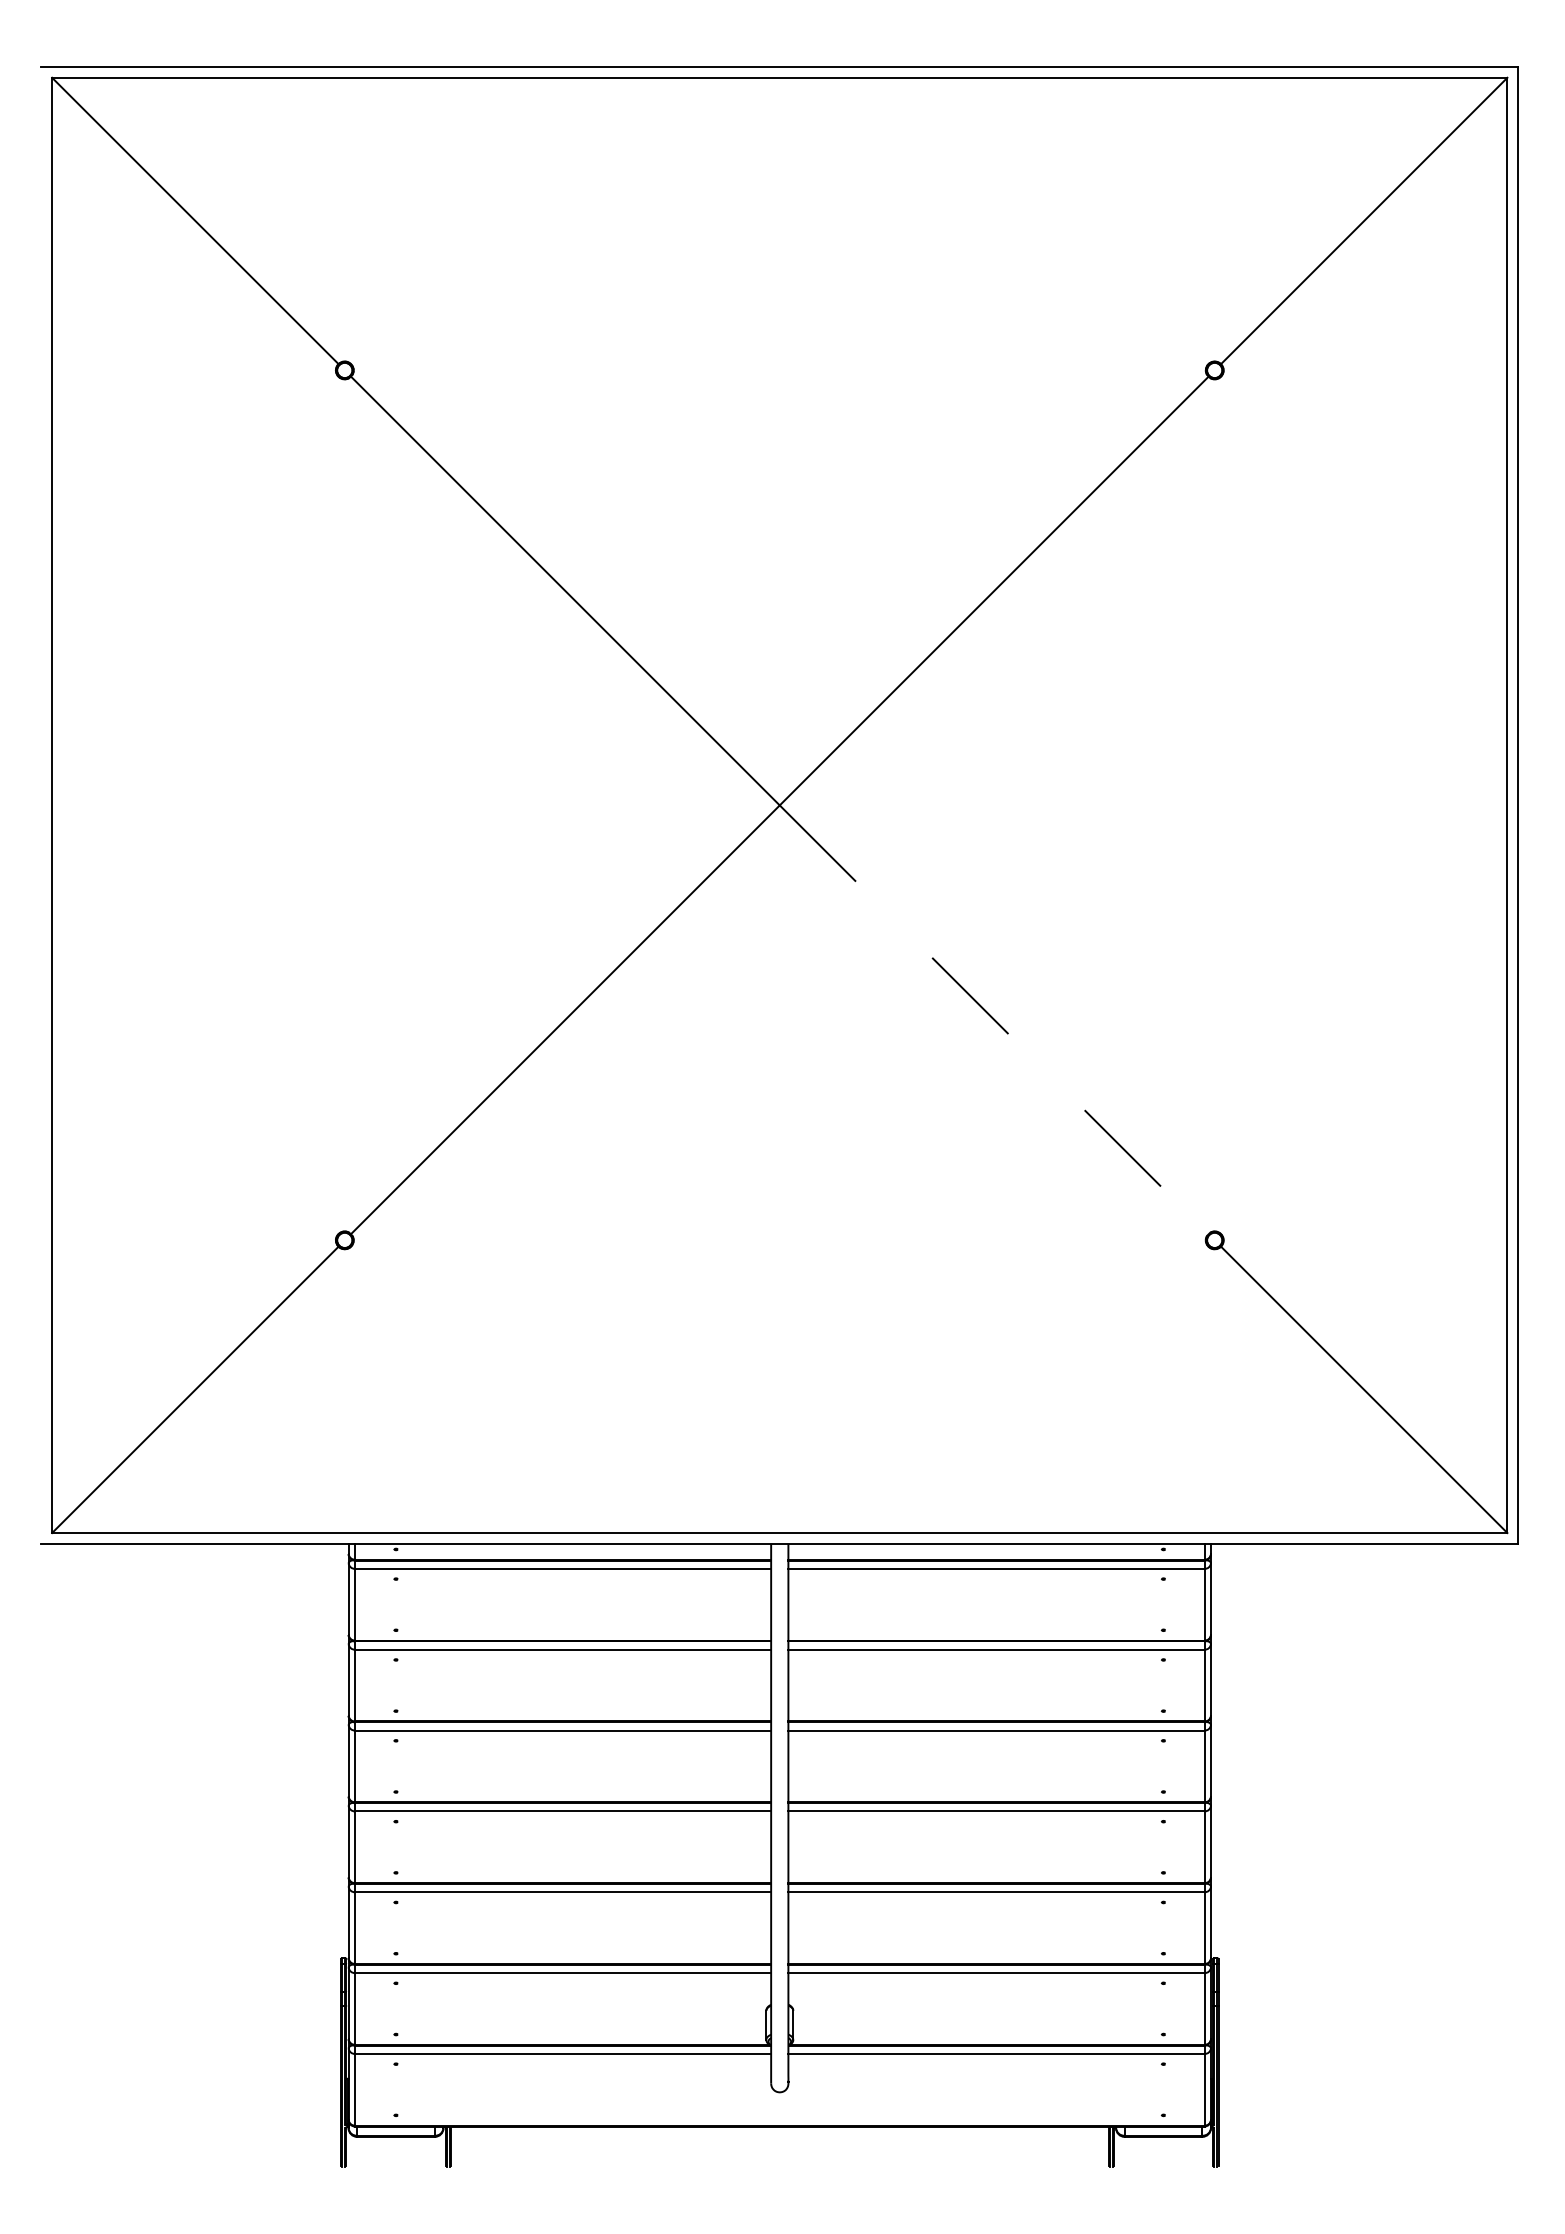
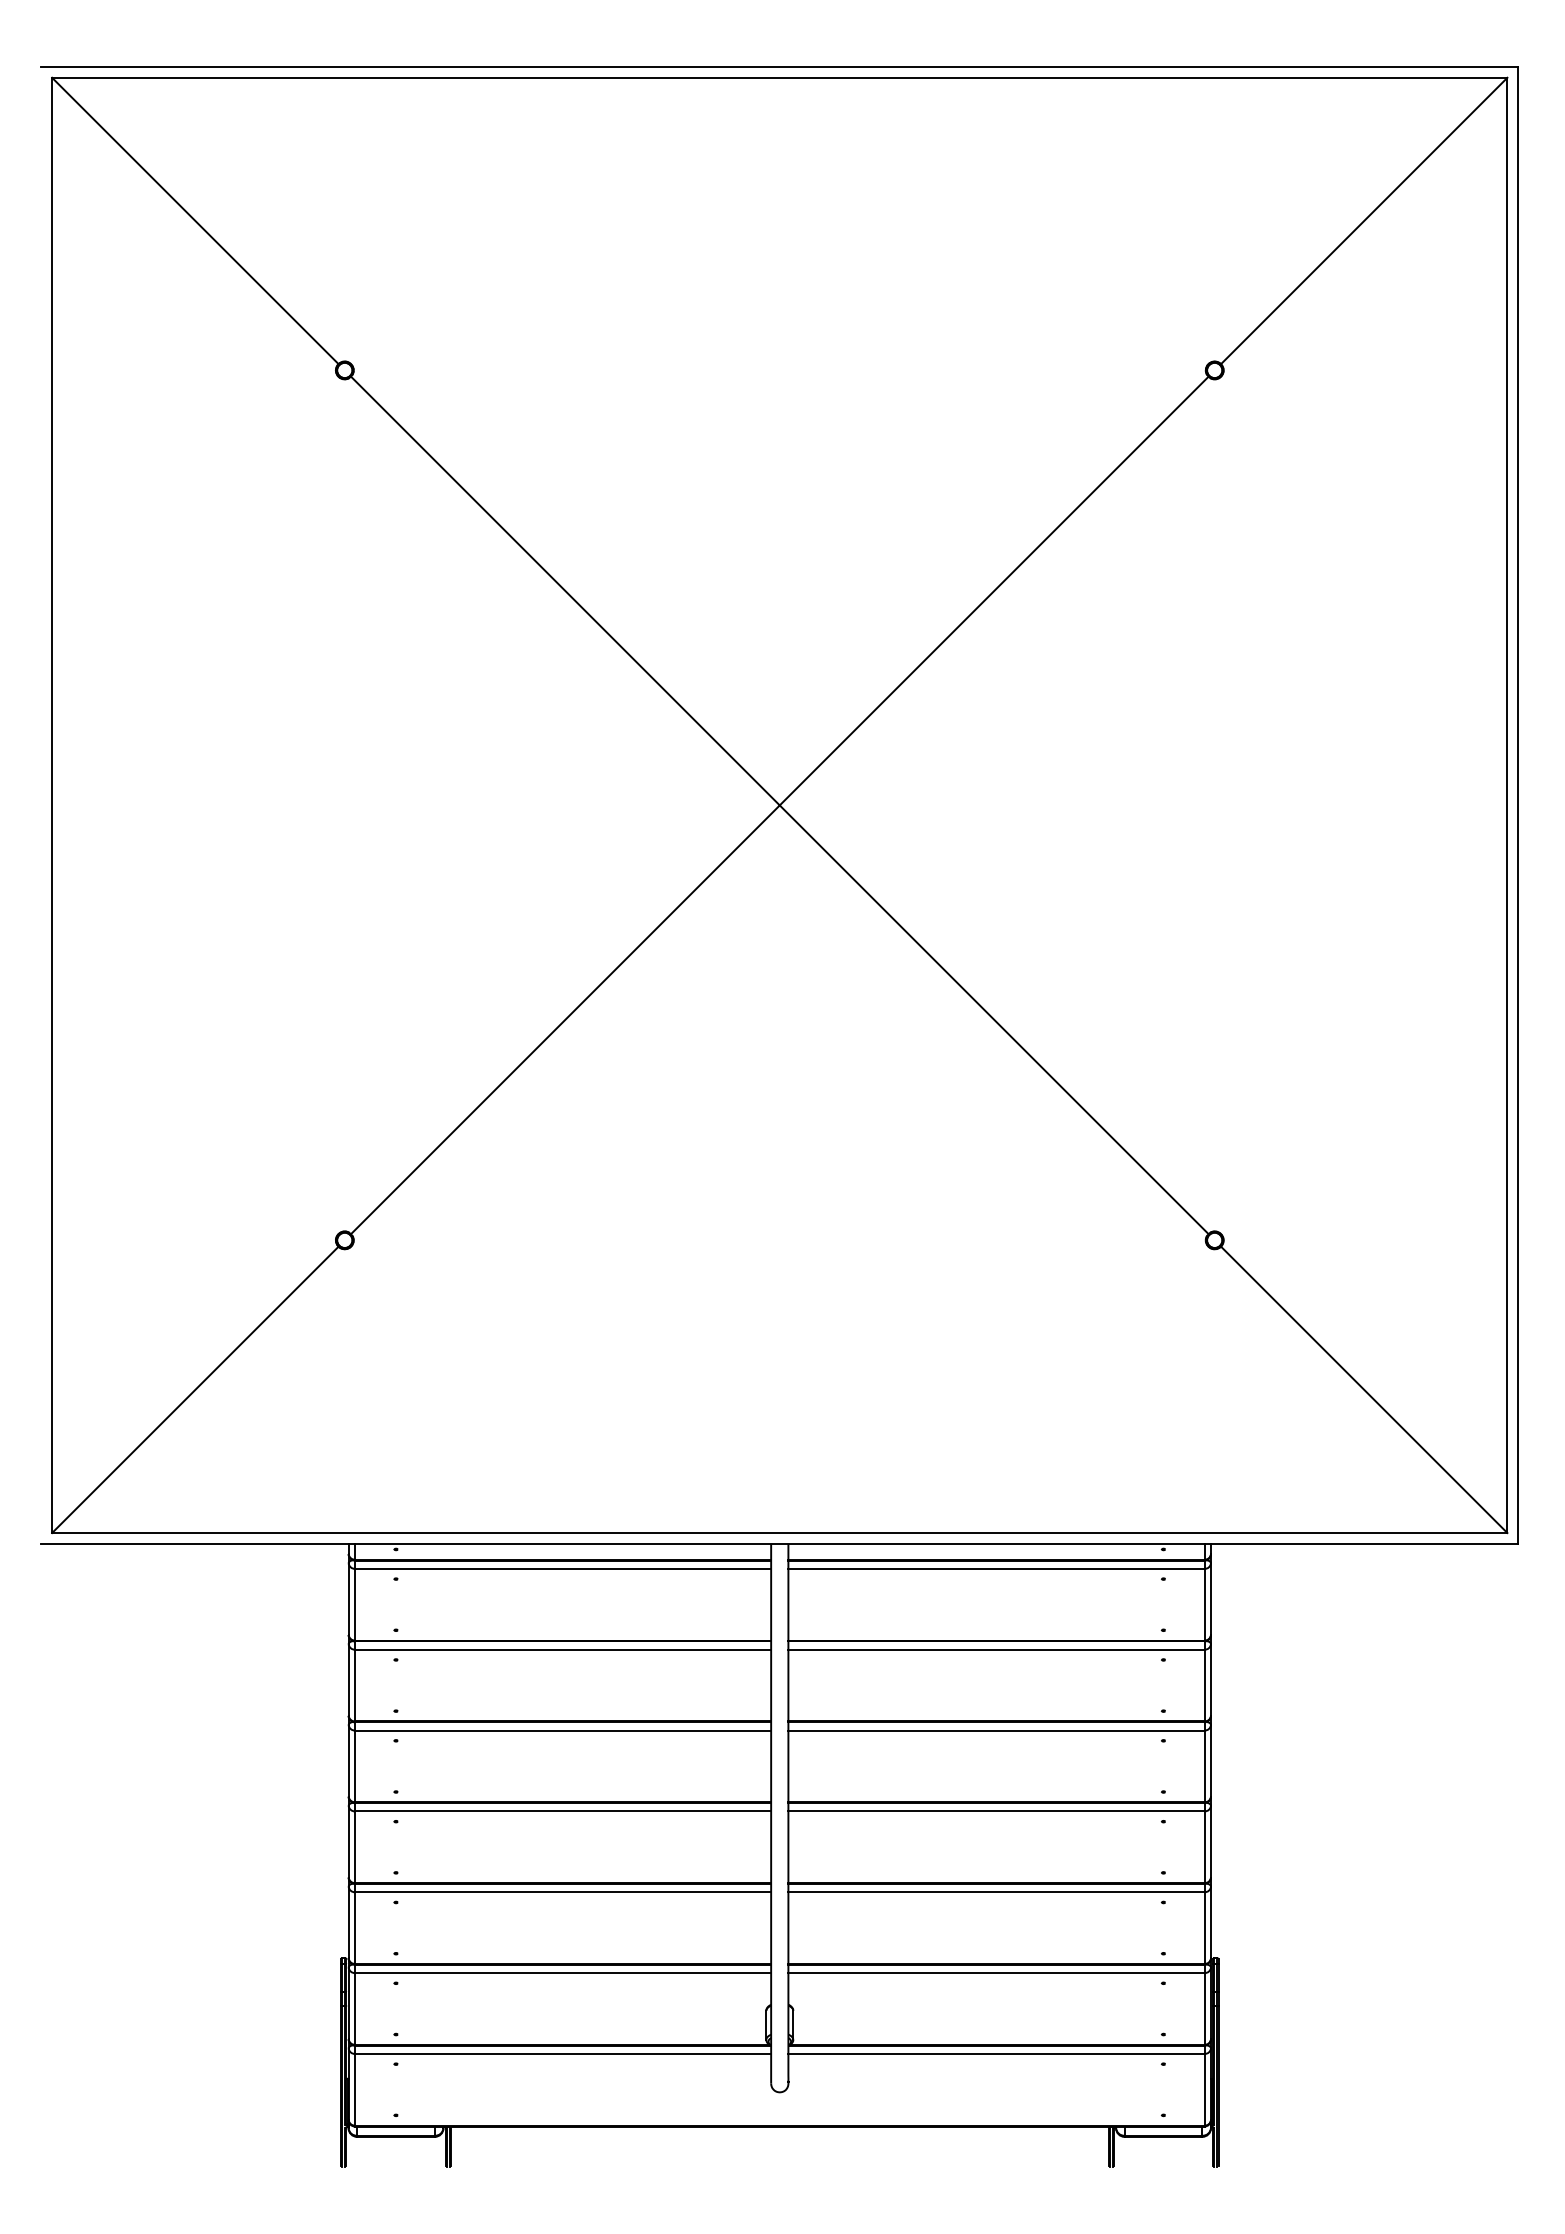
line at (994, 1020): dashed -> solid
